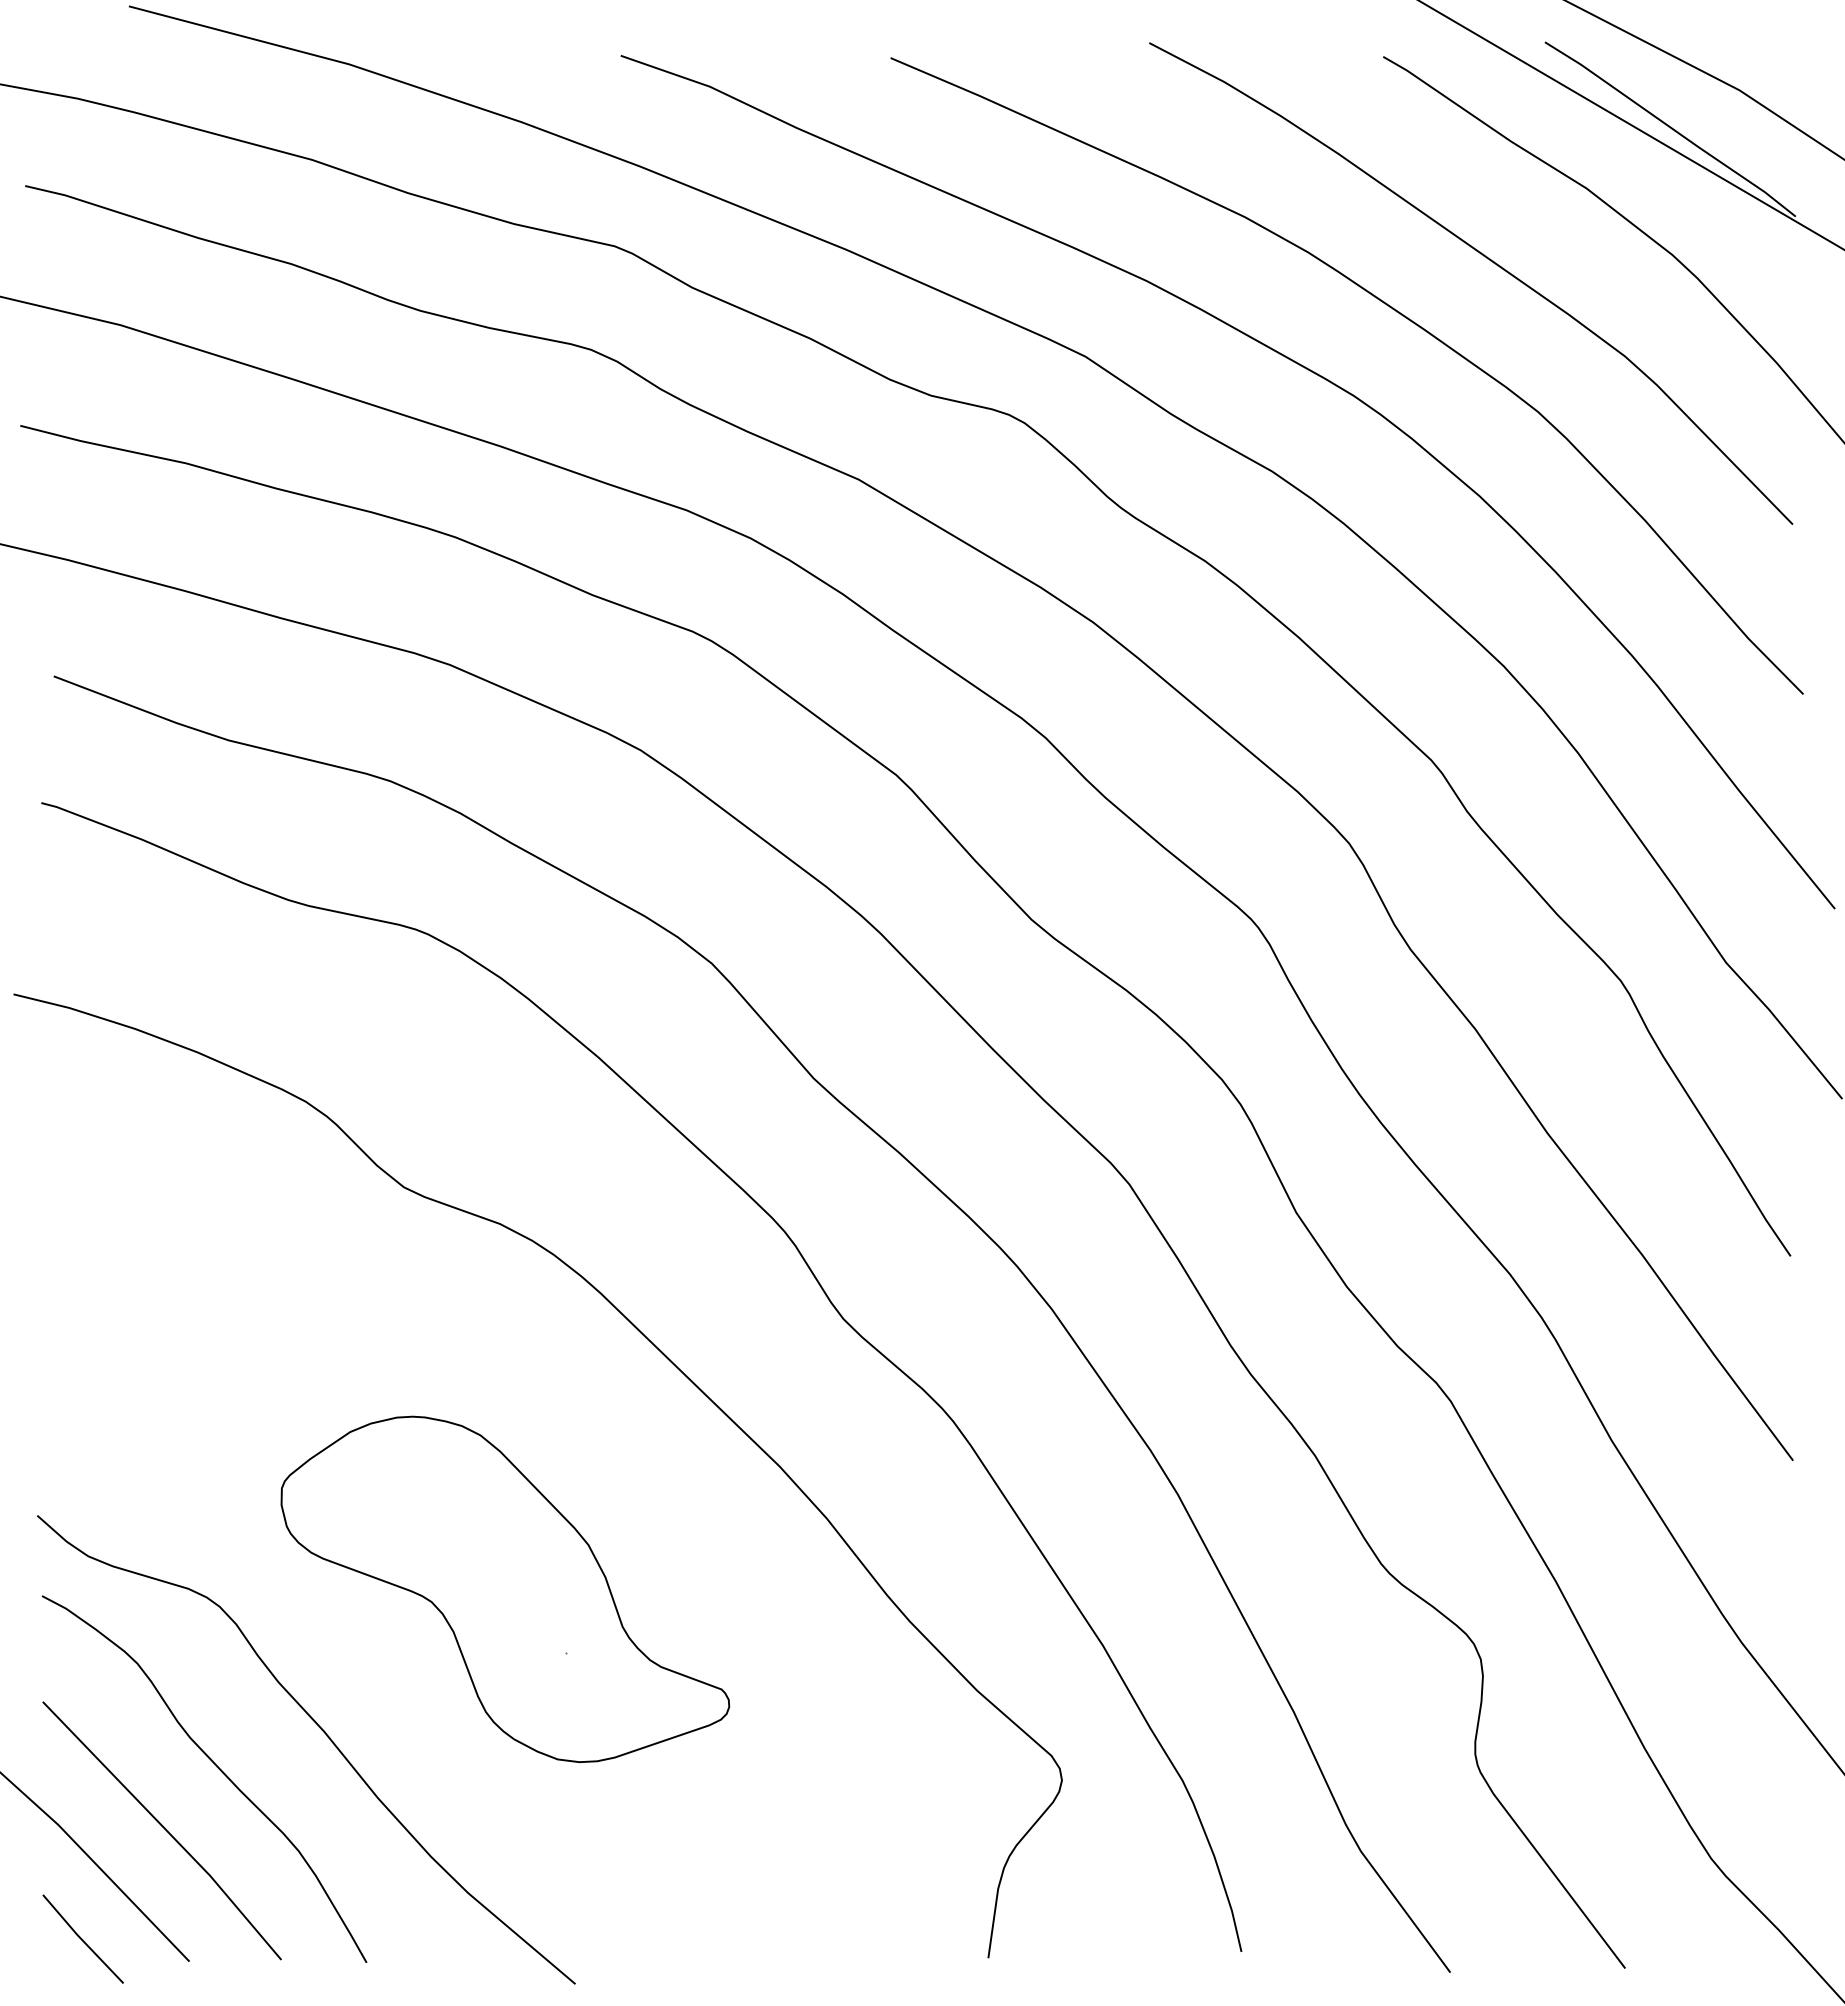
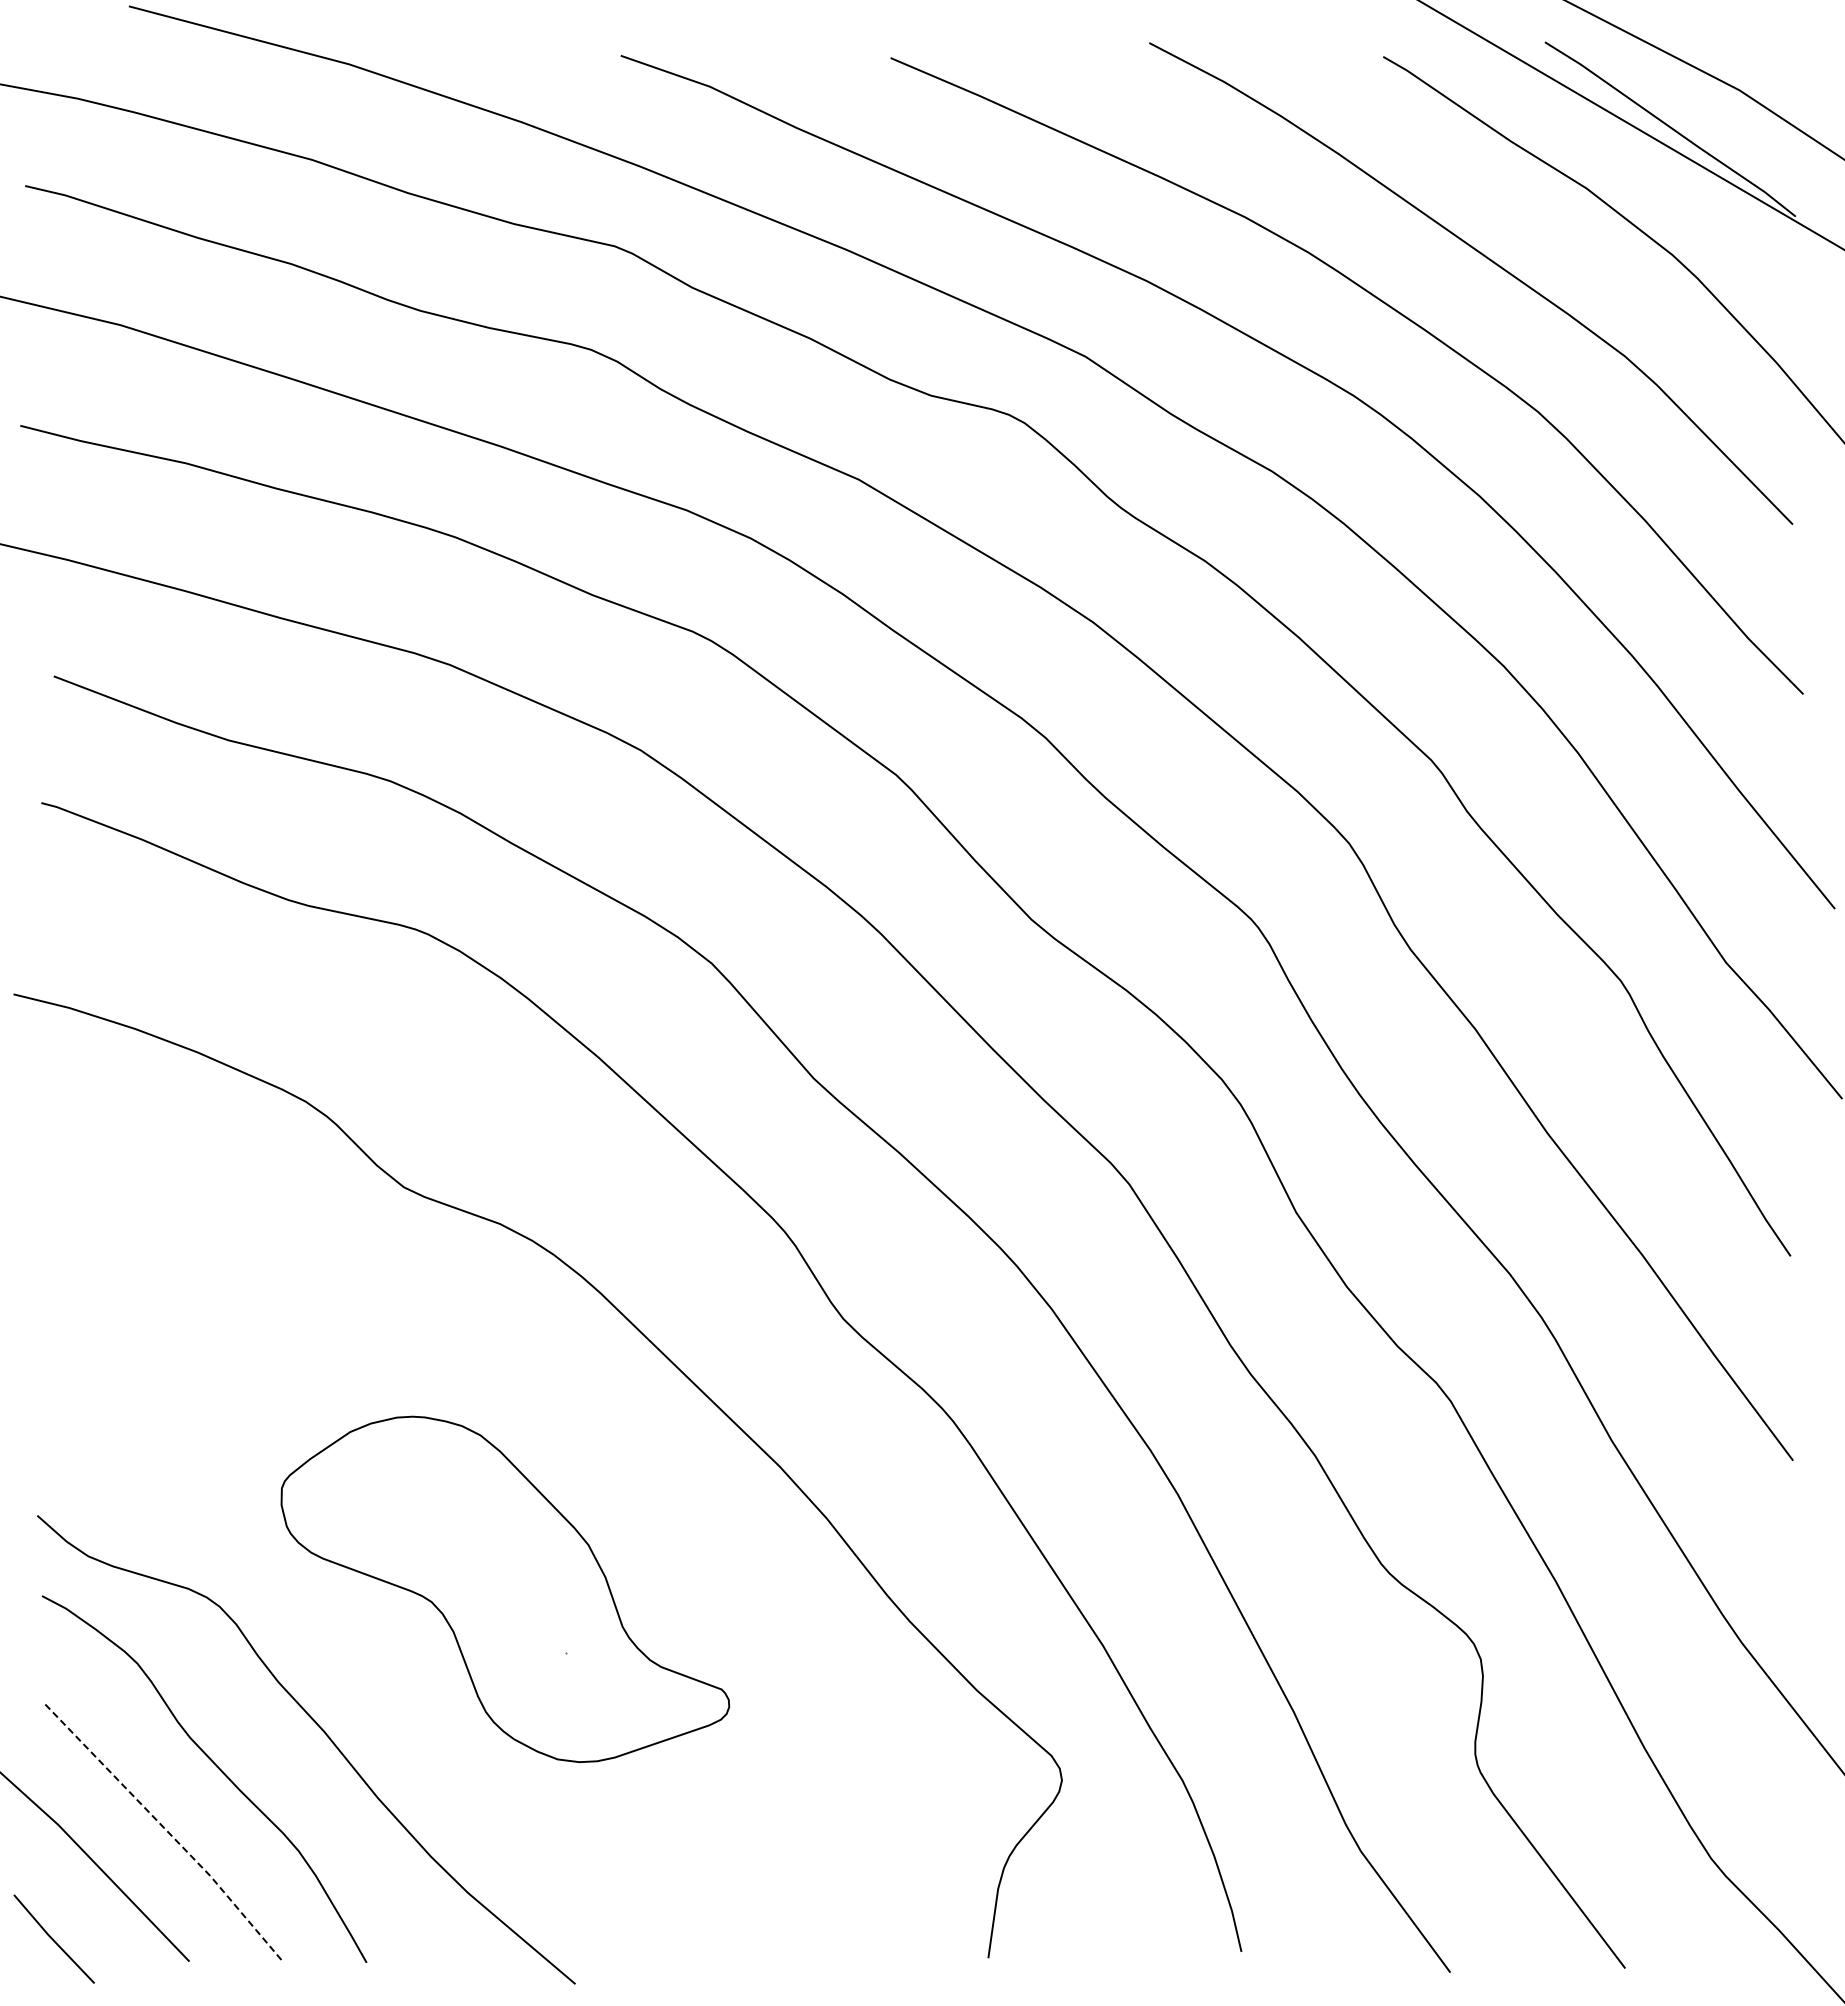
line at (165, 1829): solid -> dashed
line at (82, 1938) position: (82, 1938) -> (53, 1938)
